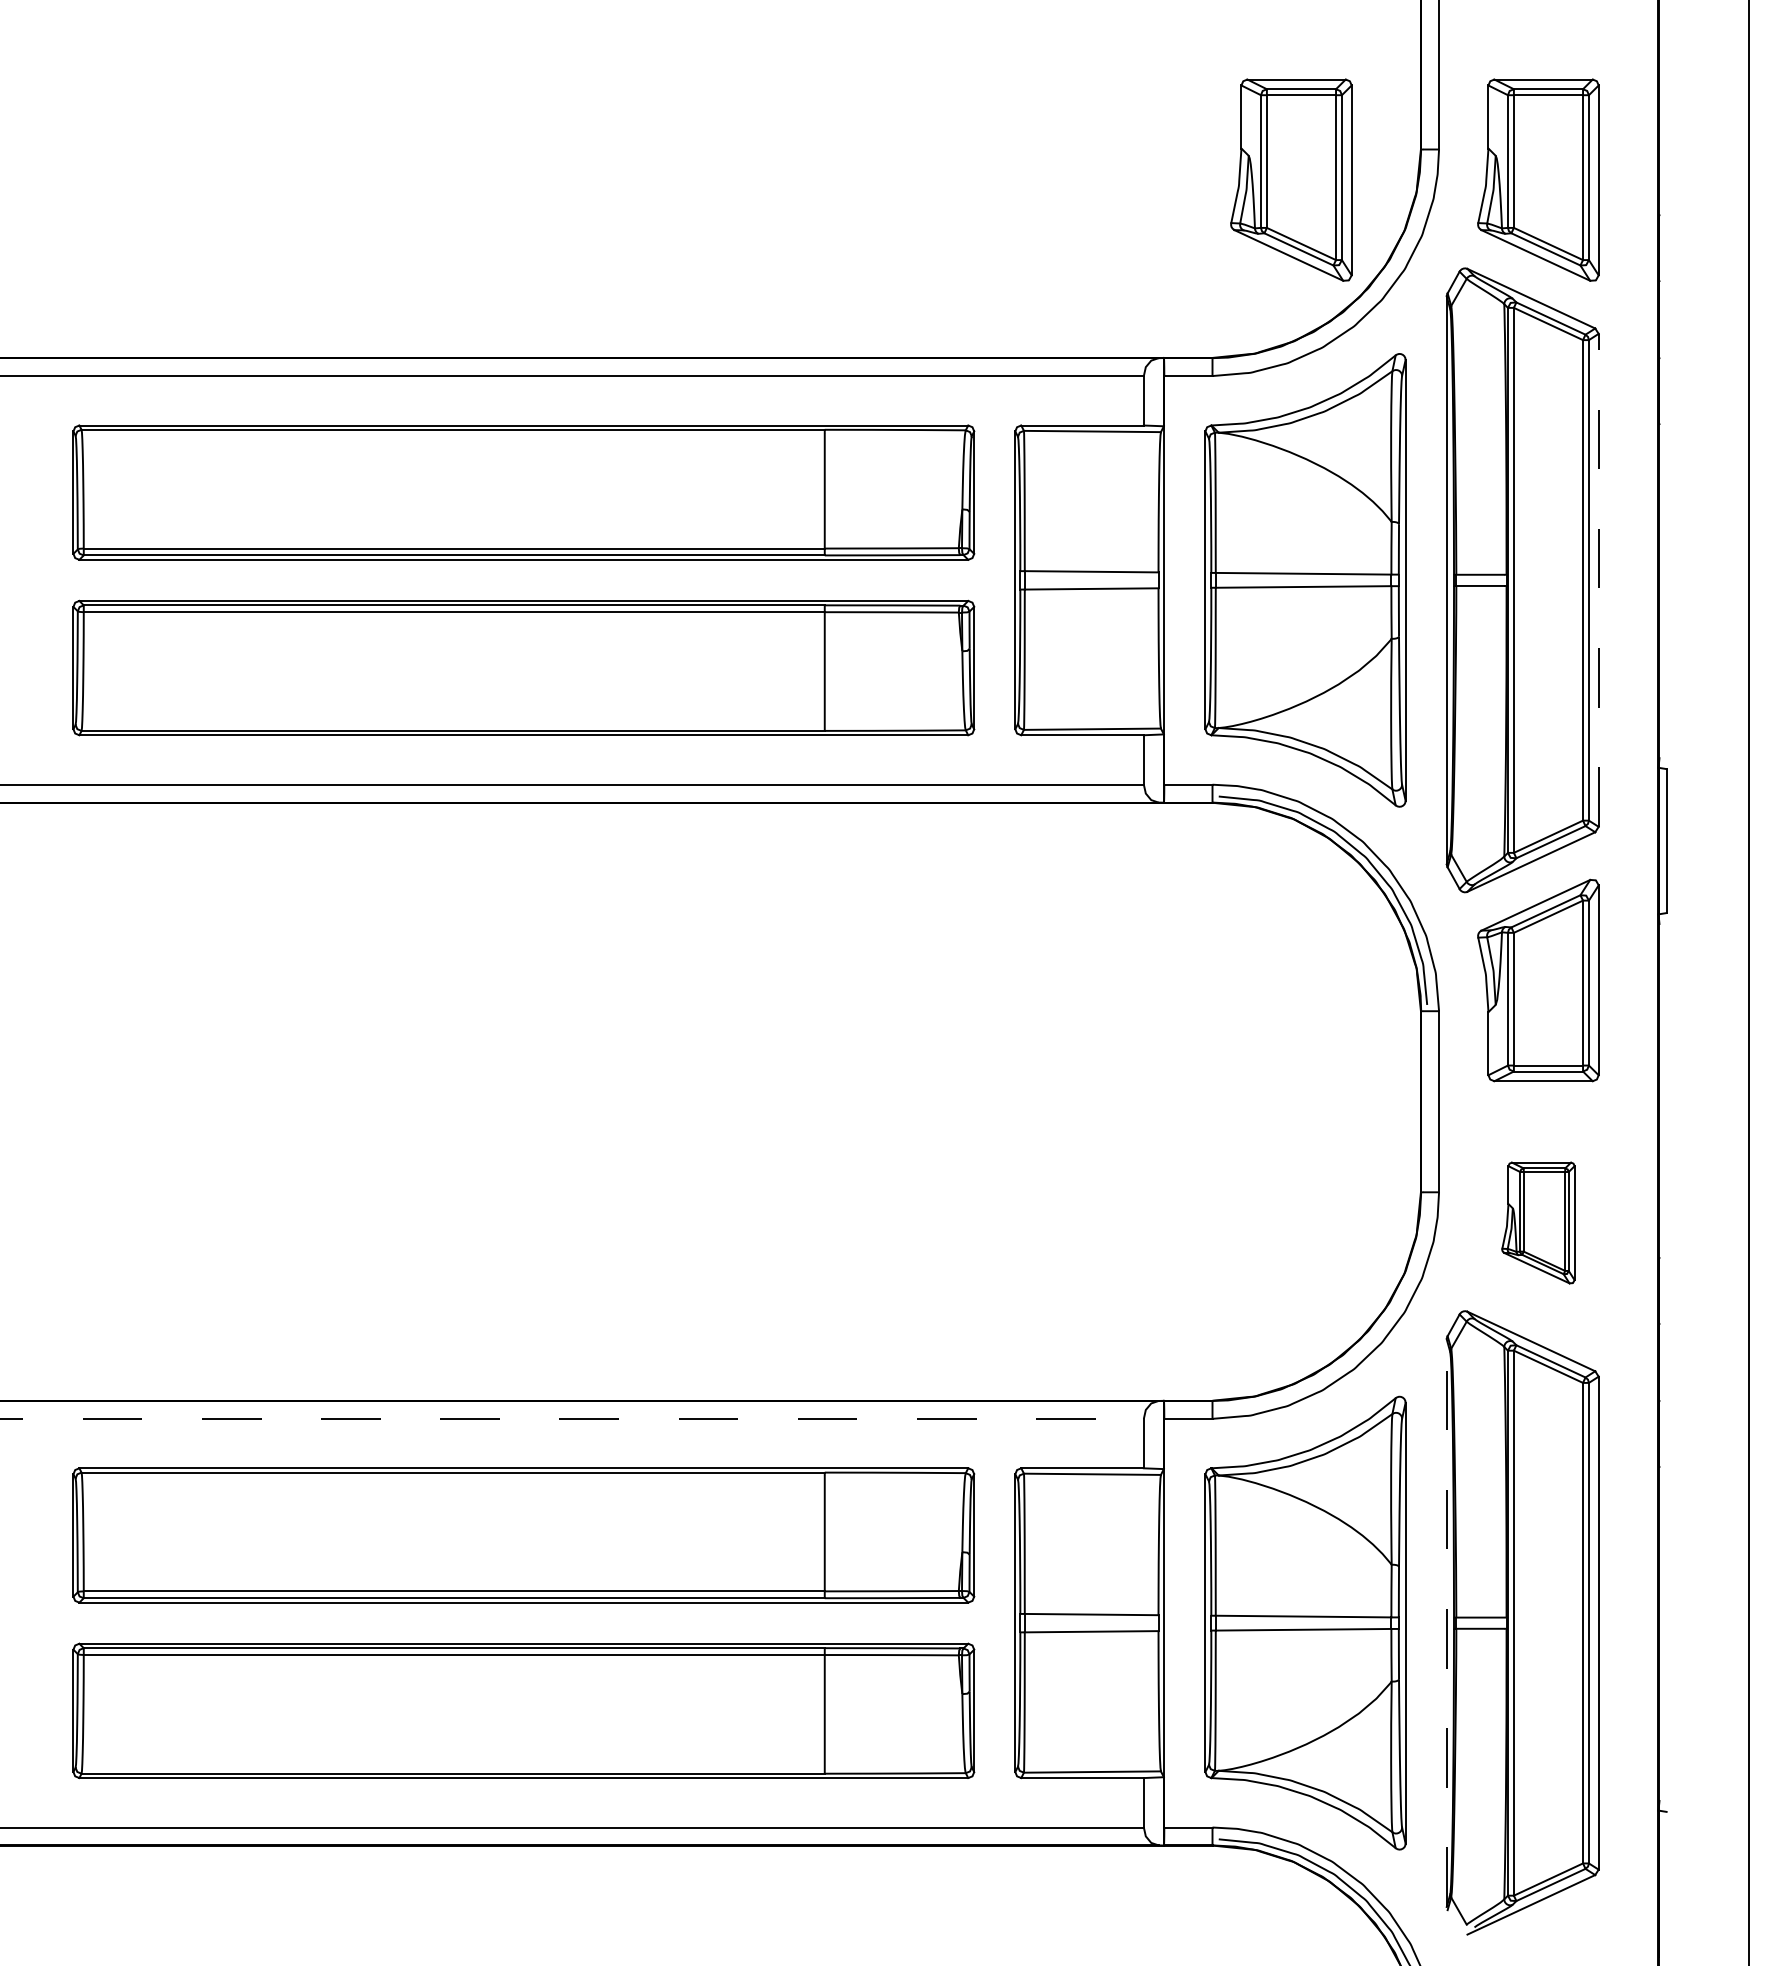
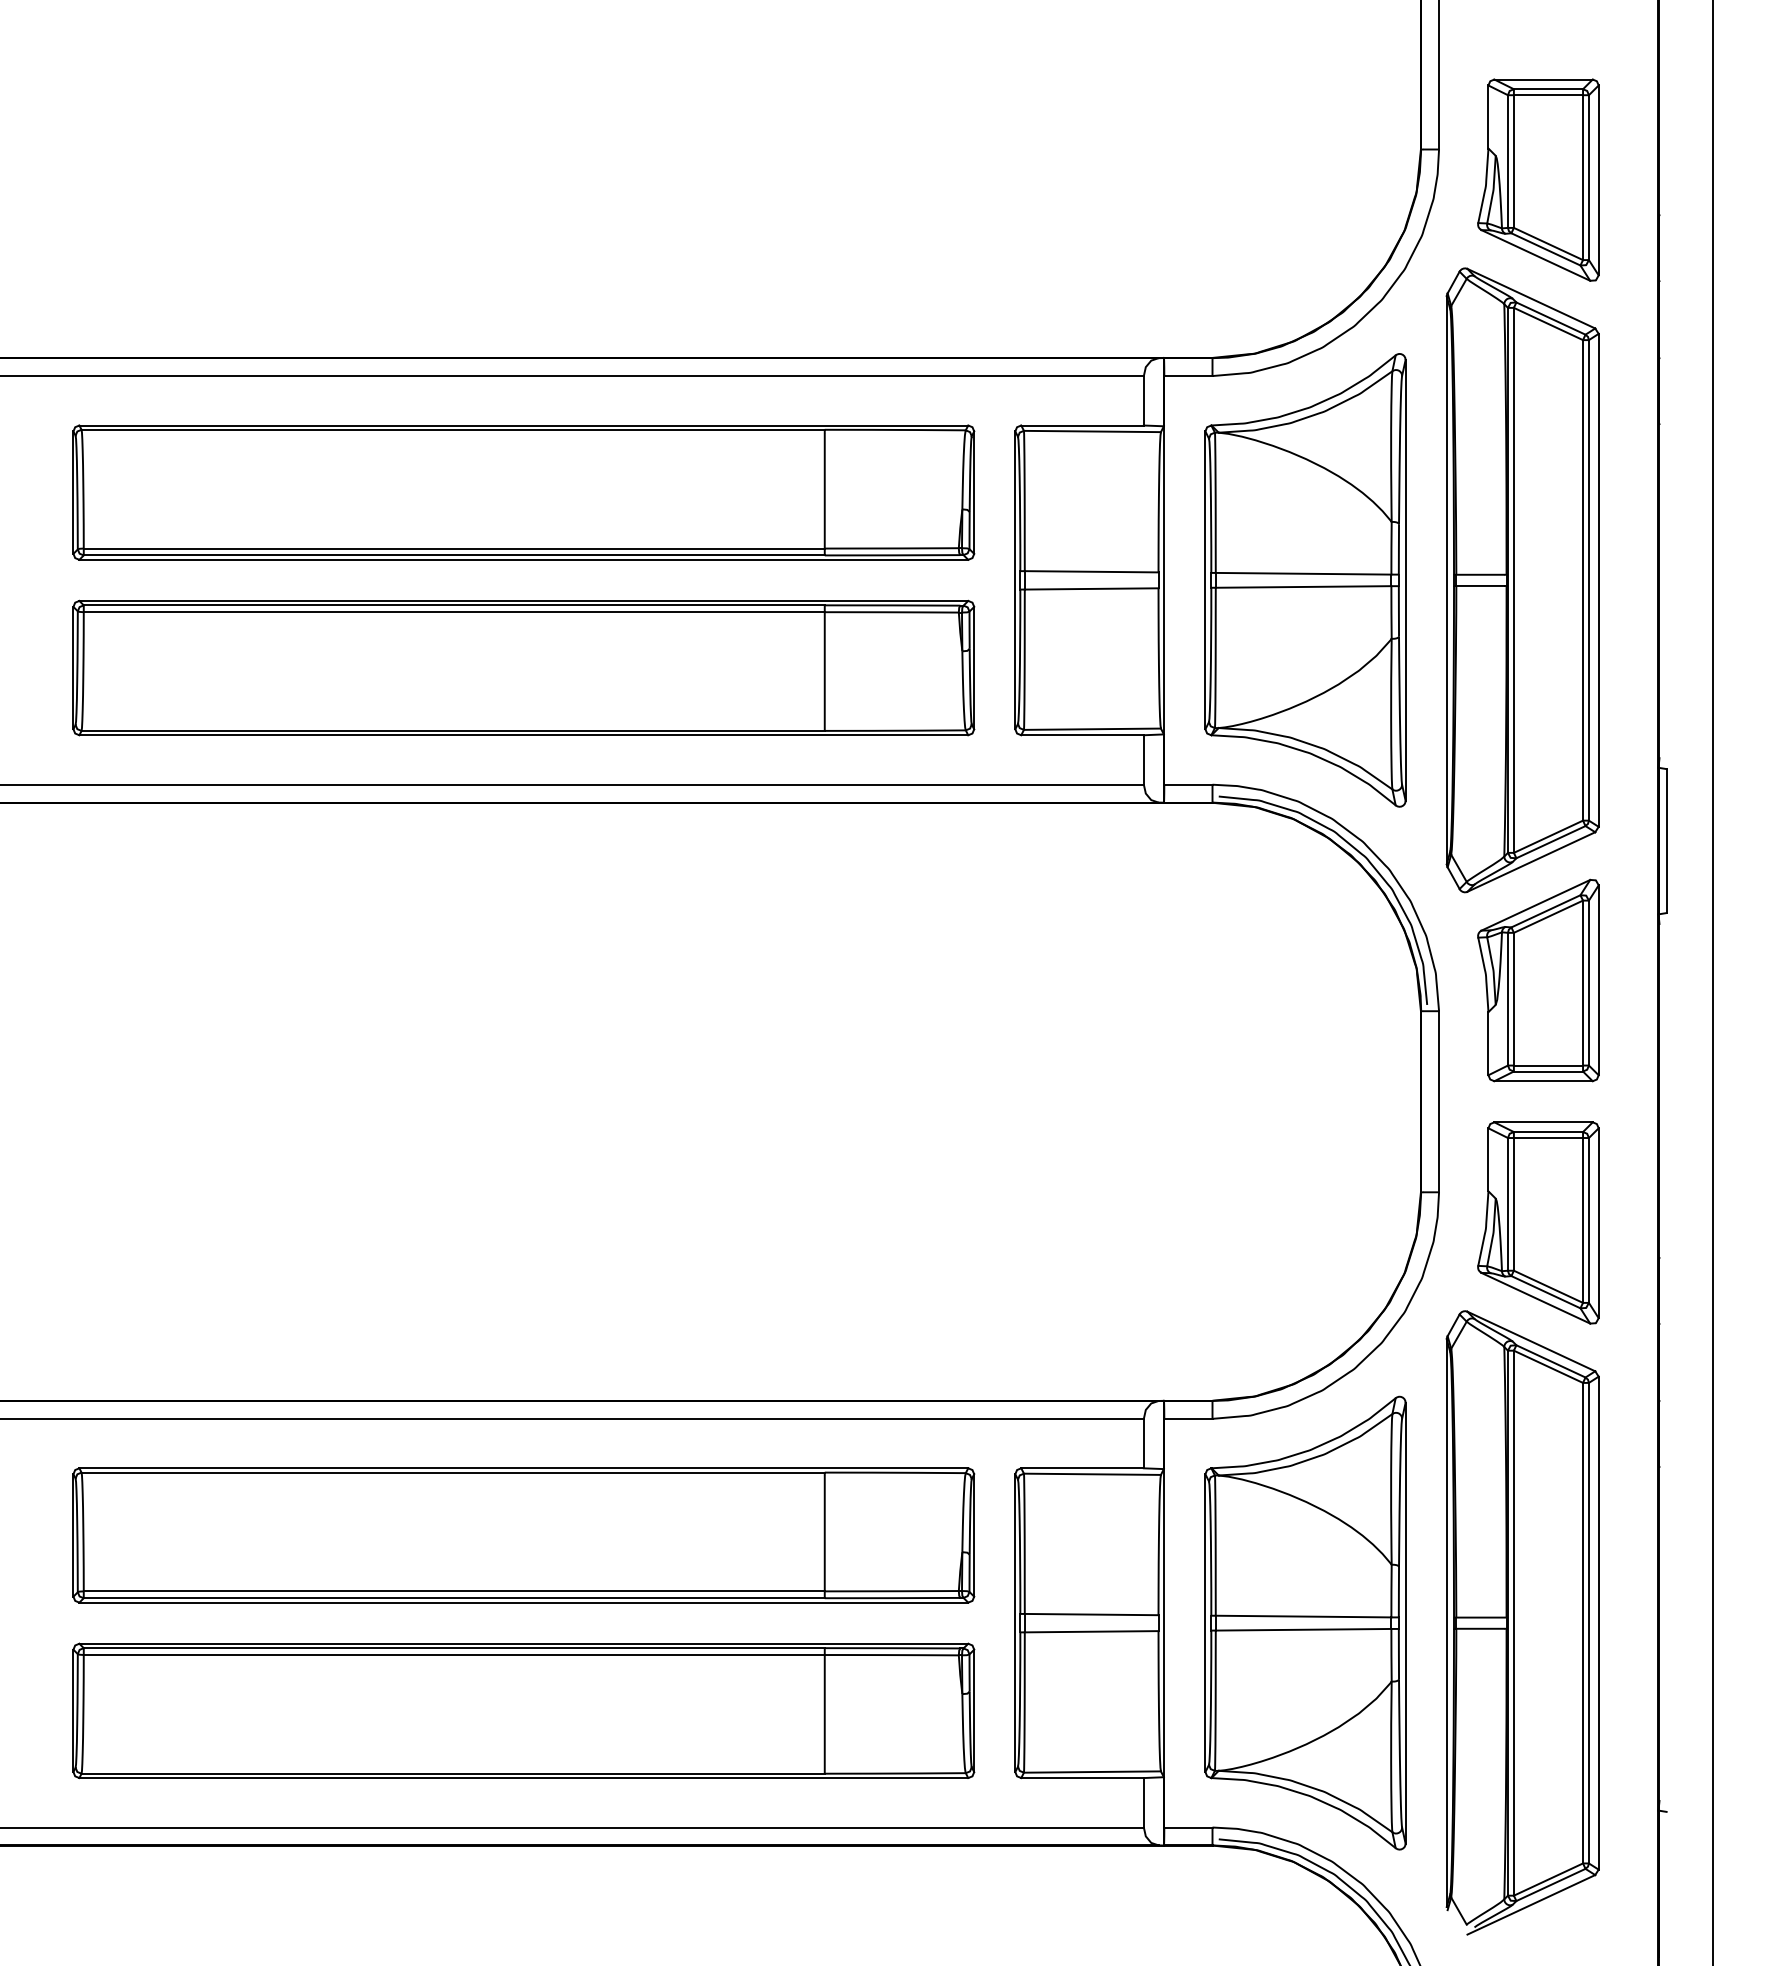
part at (1291, 179): present -> none
line at (1598, 579): dashed -> solid
line at (1749, 982) position: (1749, 982) -> (1713, 982)
part at (1538, 1222) size: 75x124 px -> 123x204 px
line at (572, 1418): dashed -> solid
line at (1446, 1623): dashed -> solid
